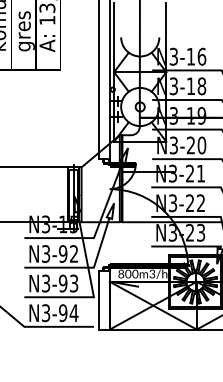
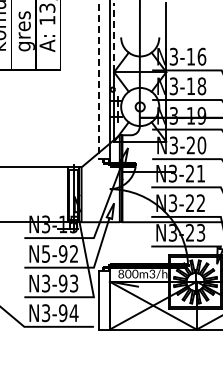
line at (114, 37): solid -> dashed
line at (99, 80): solid -> dashed
text at (46, 253): N3-92 -> N5-92
